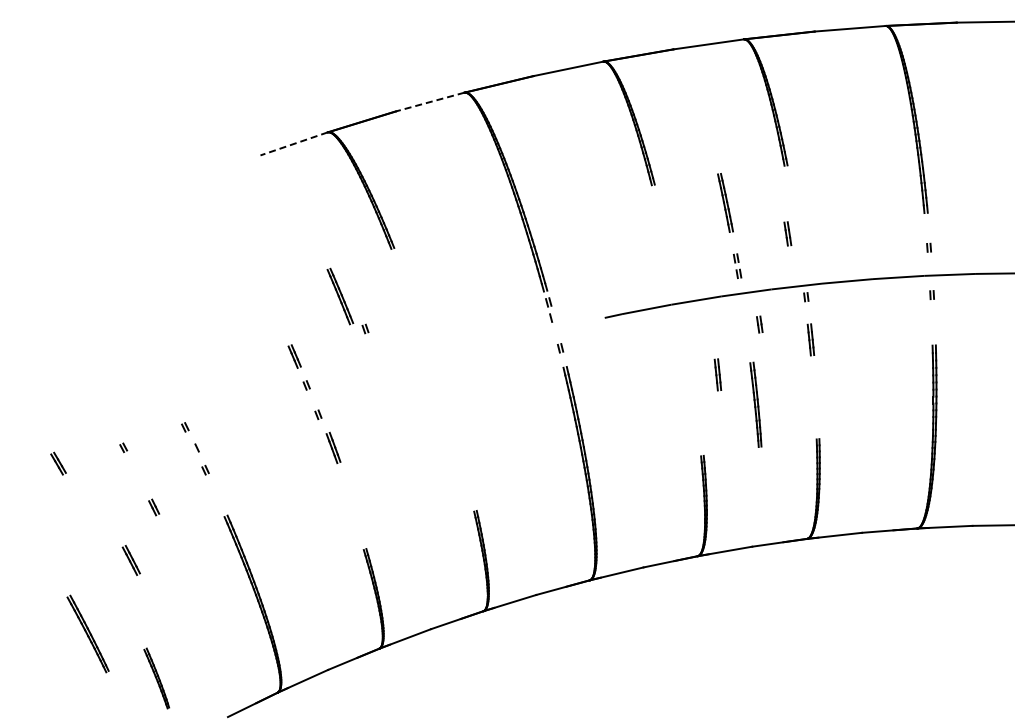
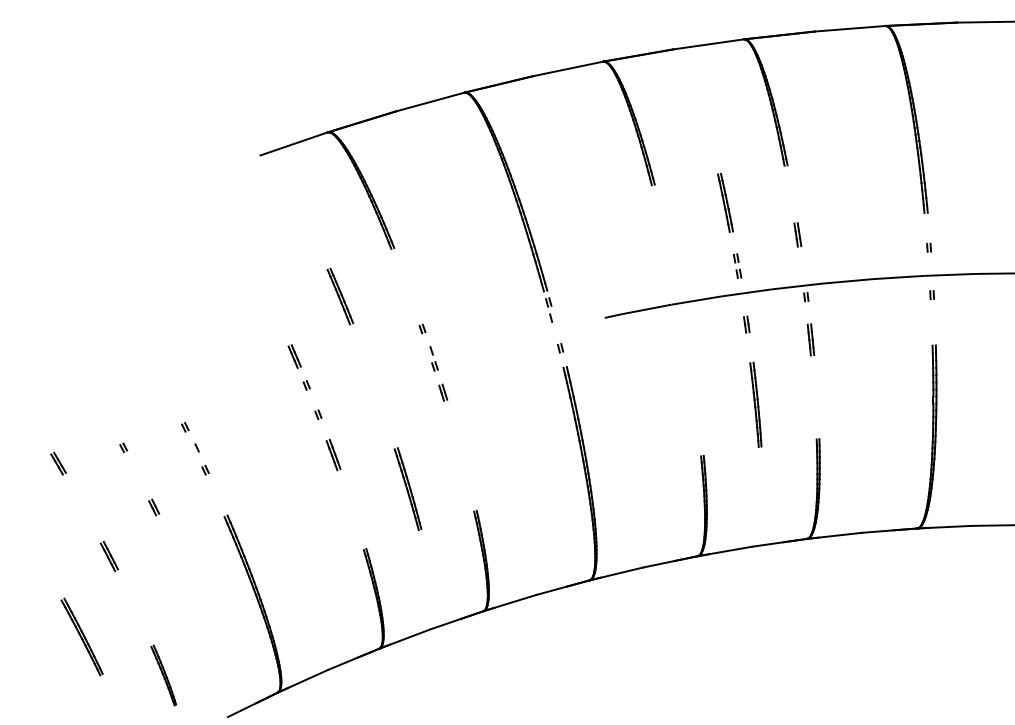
line at (430, 102): dashed -> solid
line at (294, 143): dashed -> solid
part at (787, 233) position: (787, 233) -> (797, 234)
part at (759, 324) position: (759, 324) -> (746, 324)
part at (365, 328) position: (365, 328) -> (422, 328)
part at (433, 358): none -> present
part at (717, 374): present -> none
part at (443, 392): none -> present
part at (333, 447) position: (333, 447) -> (333, 454)
part at (407, 488): none -> present
part at (130, 560) position: (130, 560) -> (108, 556)
part at (87, 633) position: (87, 633) -> (81, 636)
part at (156, 678) position: (156, 678) -> (163, 675)
